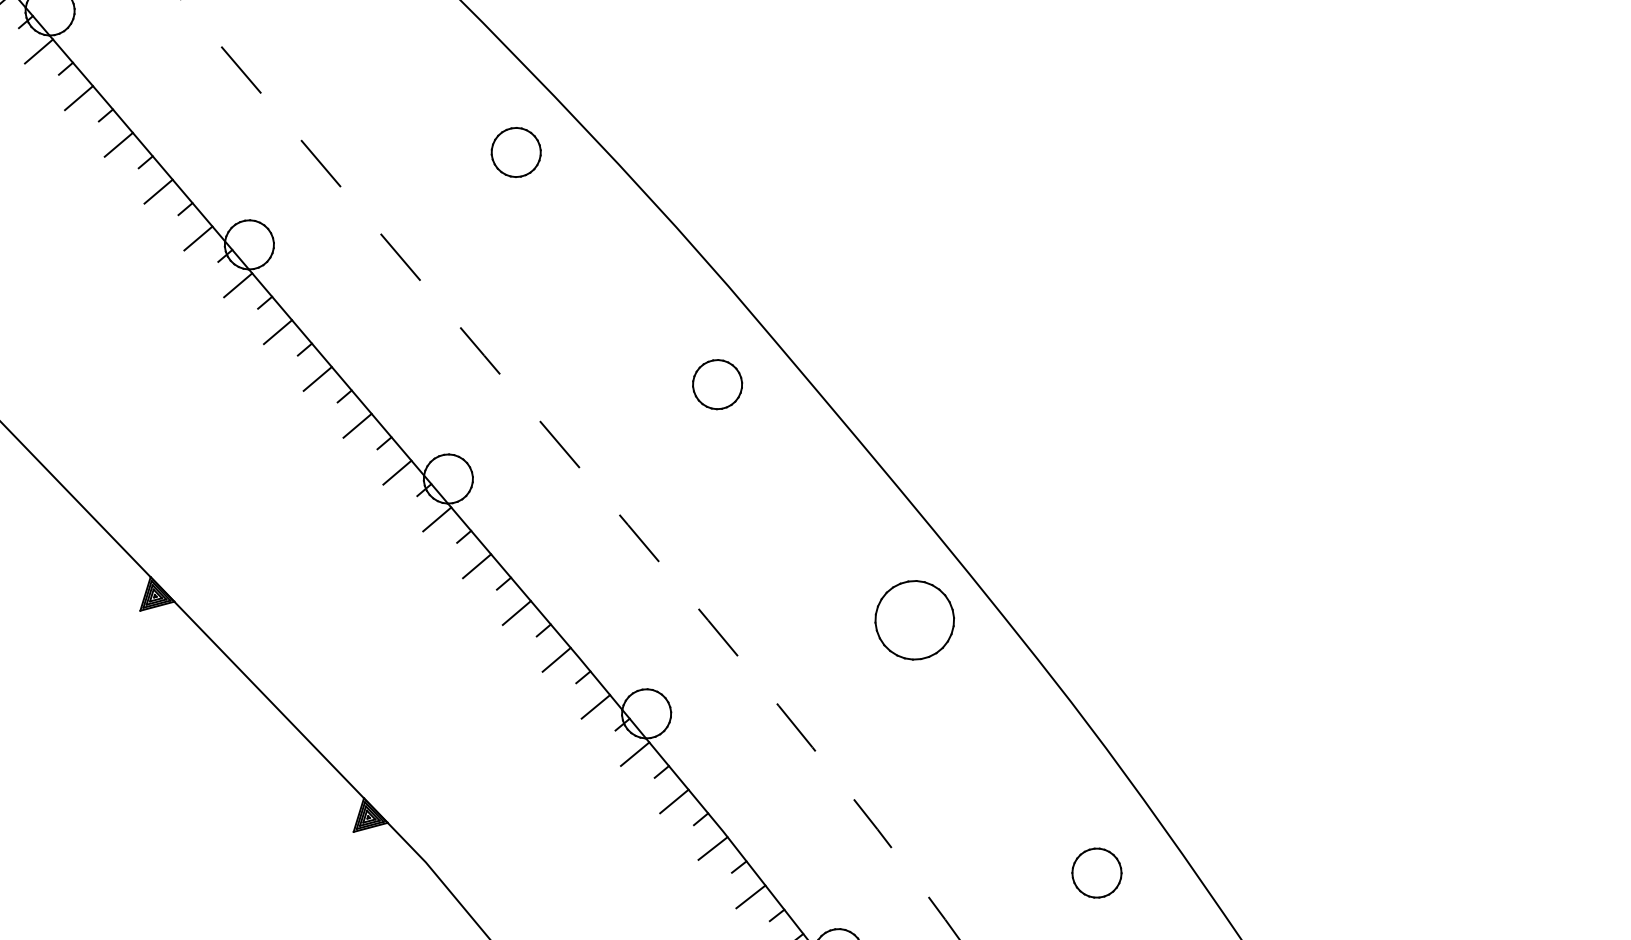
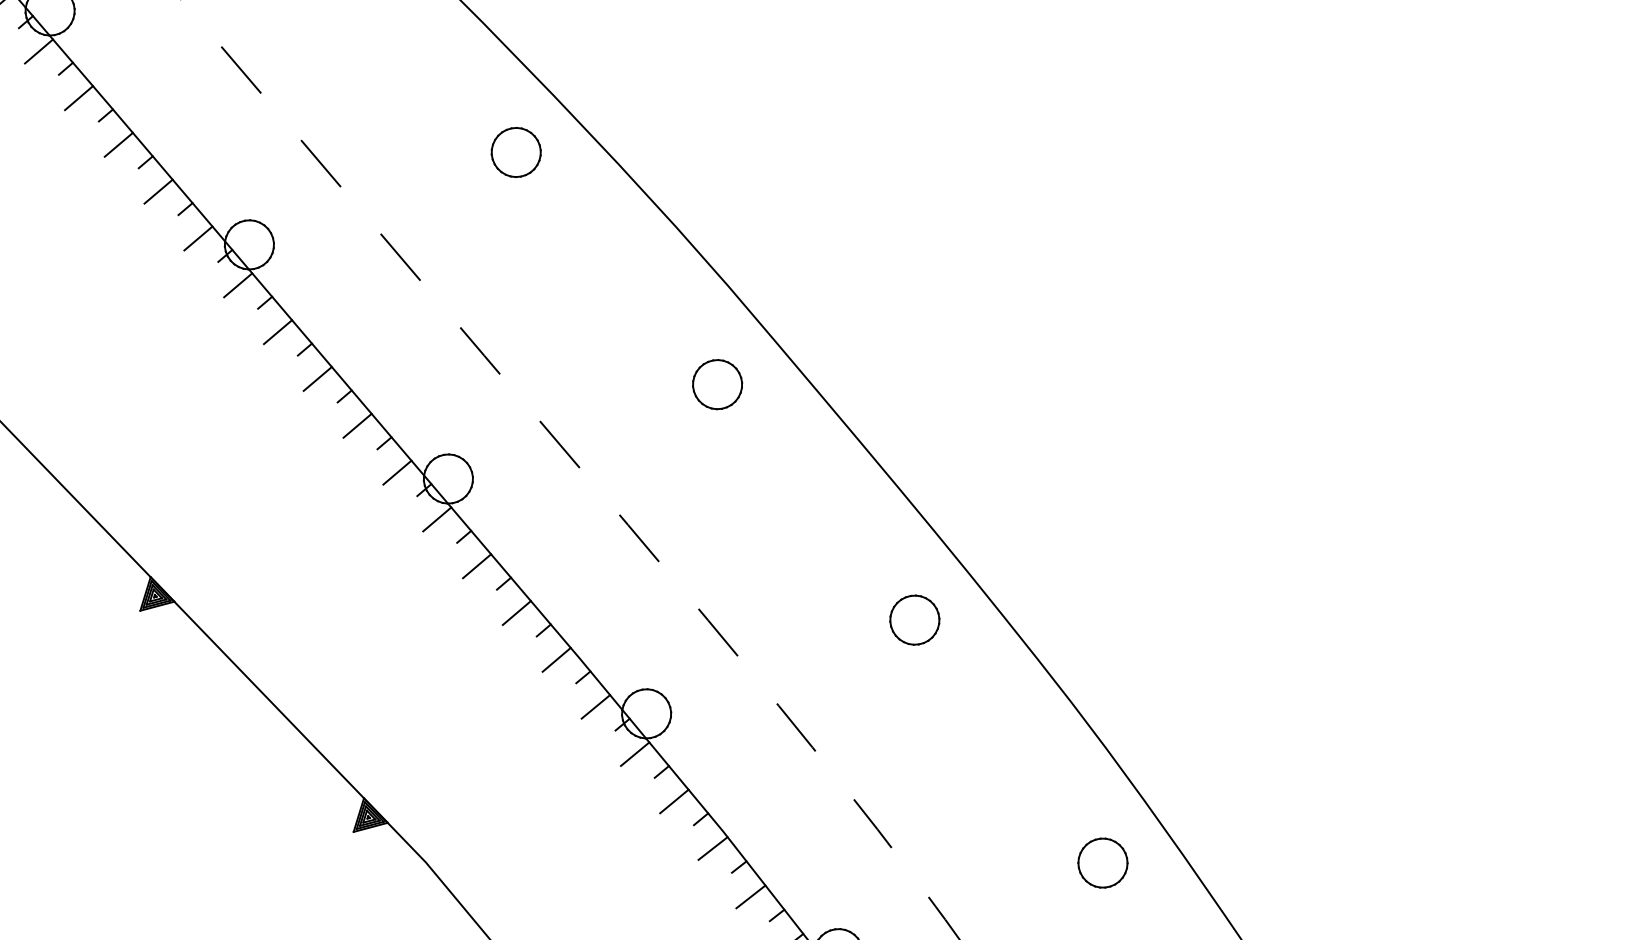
part at (914, 620) size: 81x81 px -> 52x52 px
part at (1096, 872) position: (1096, 872) -> (1102, 862)
